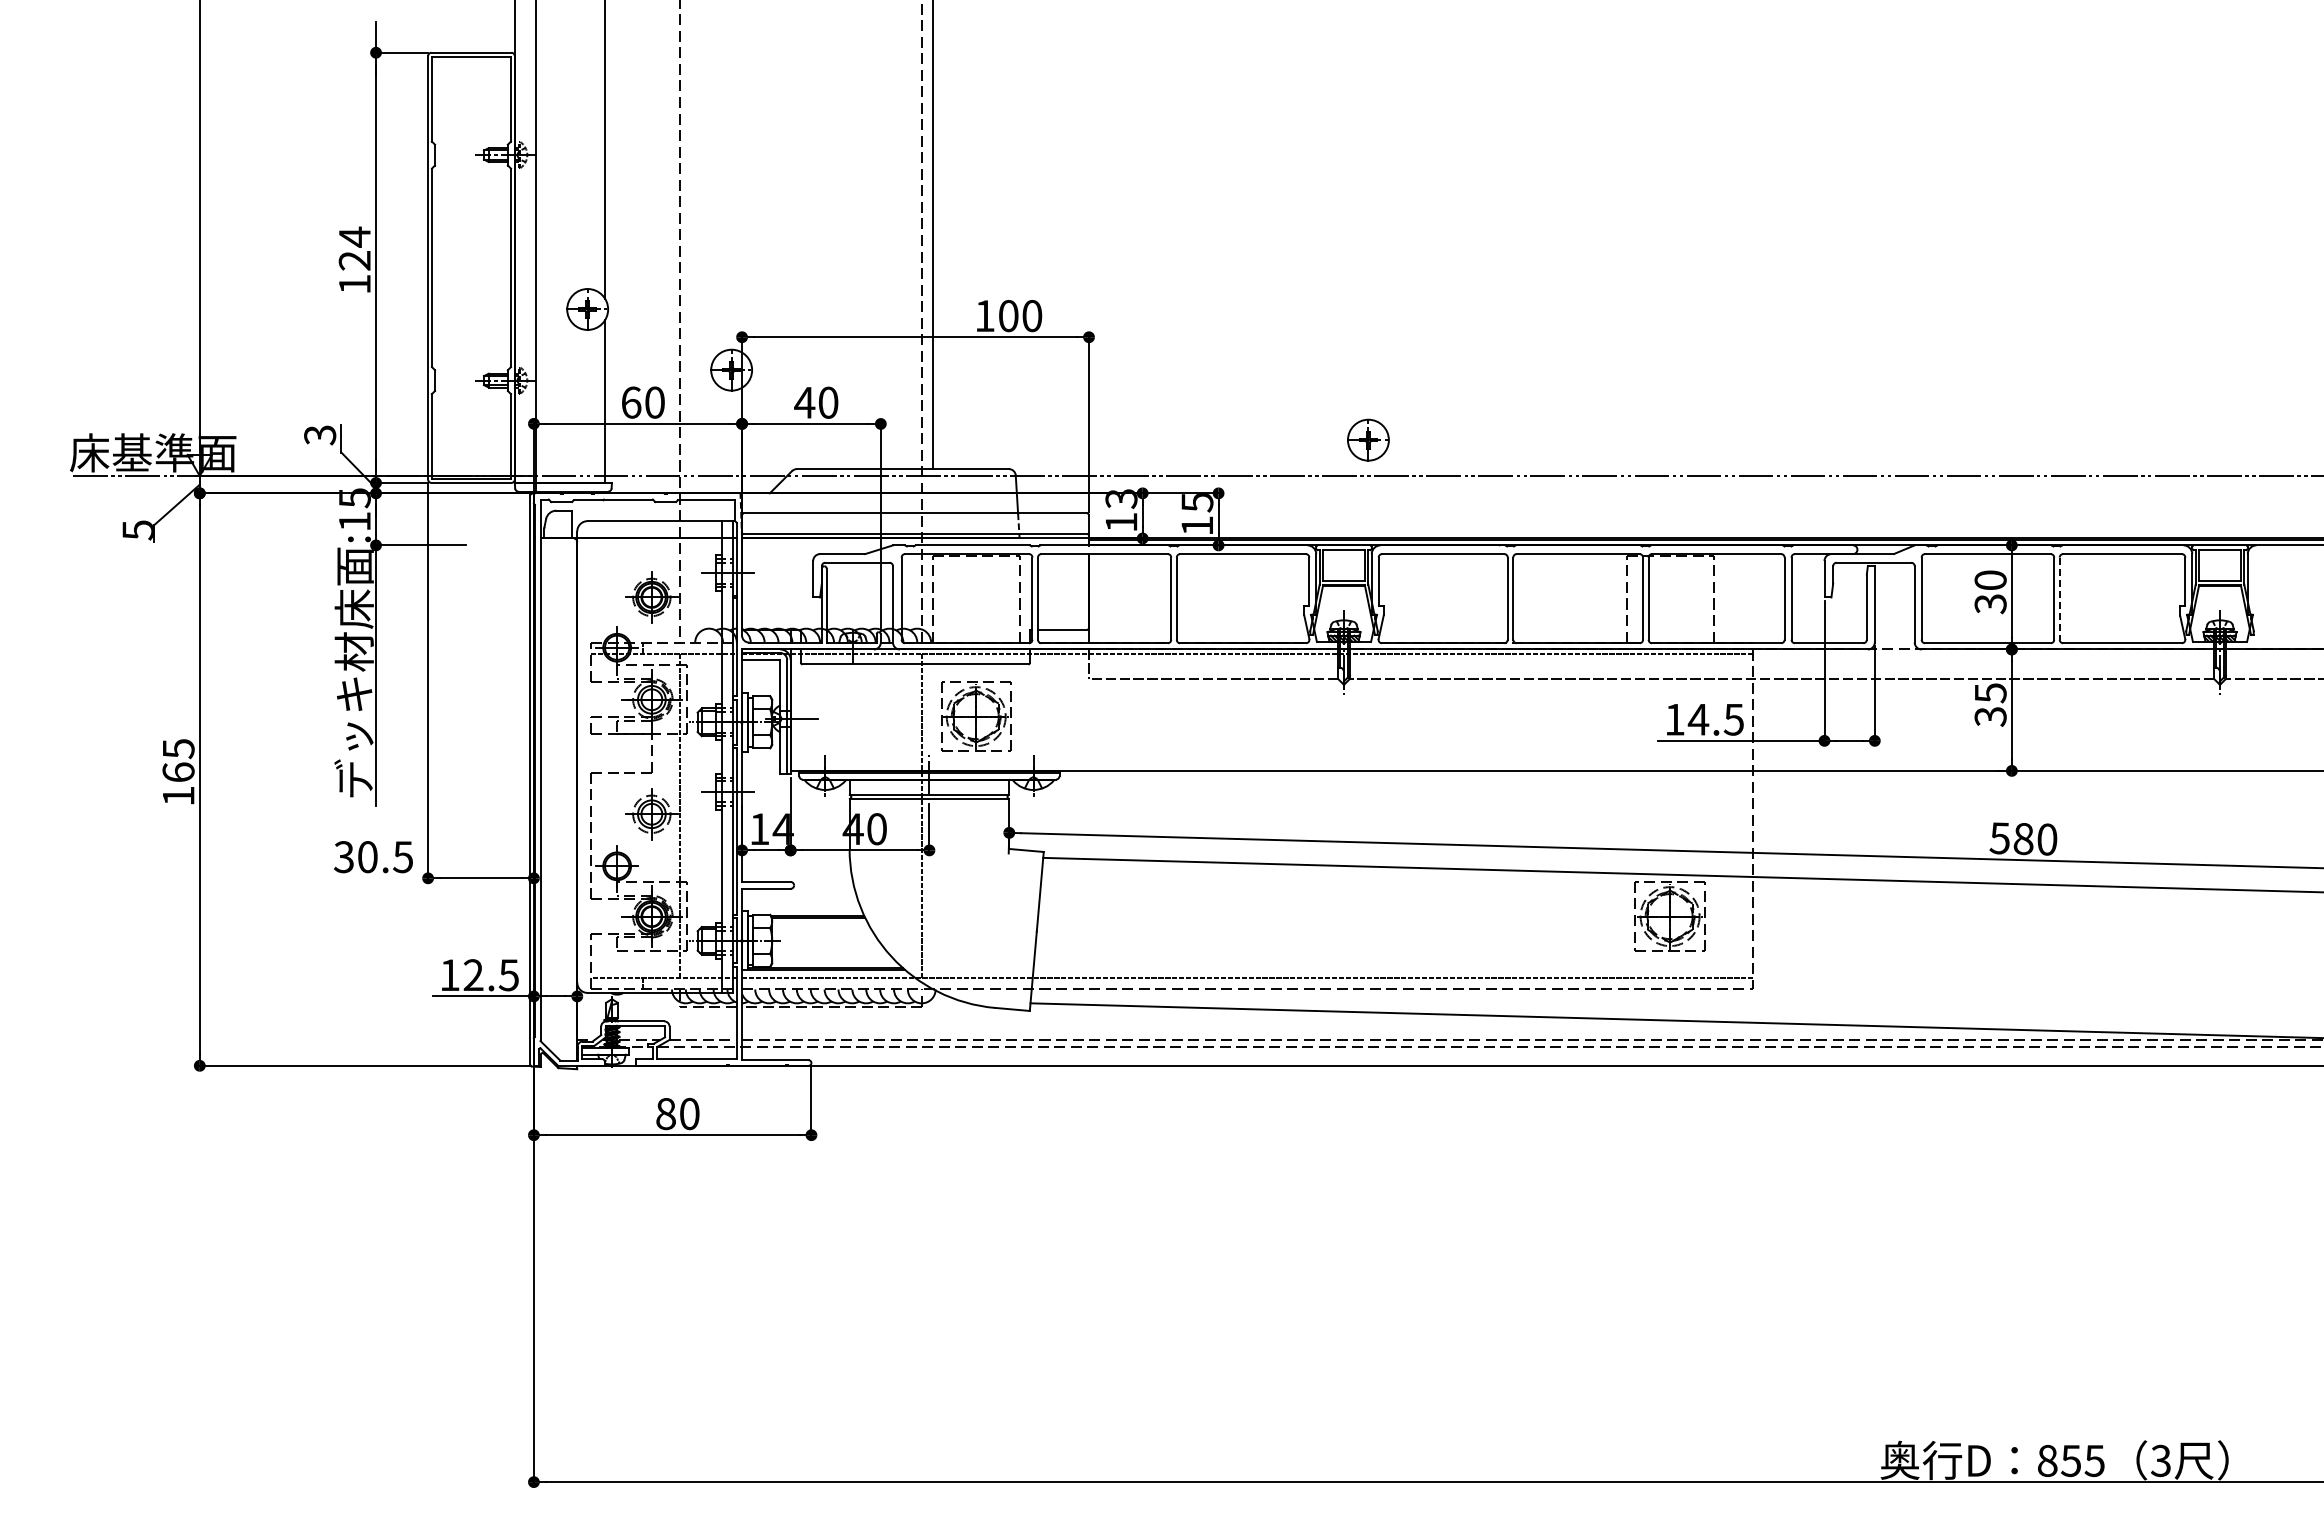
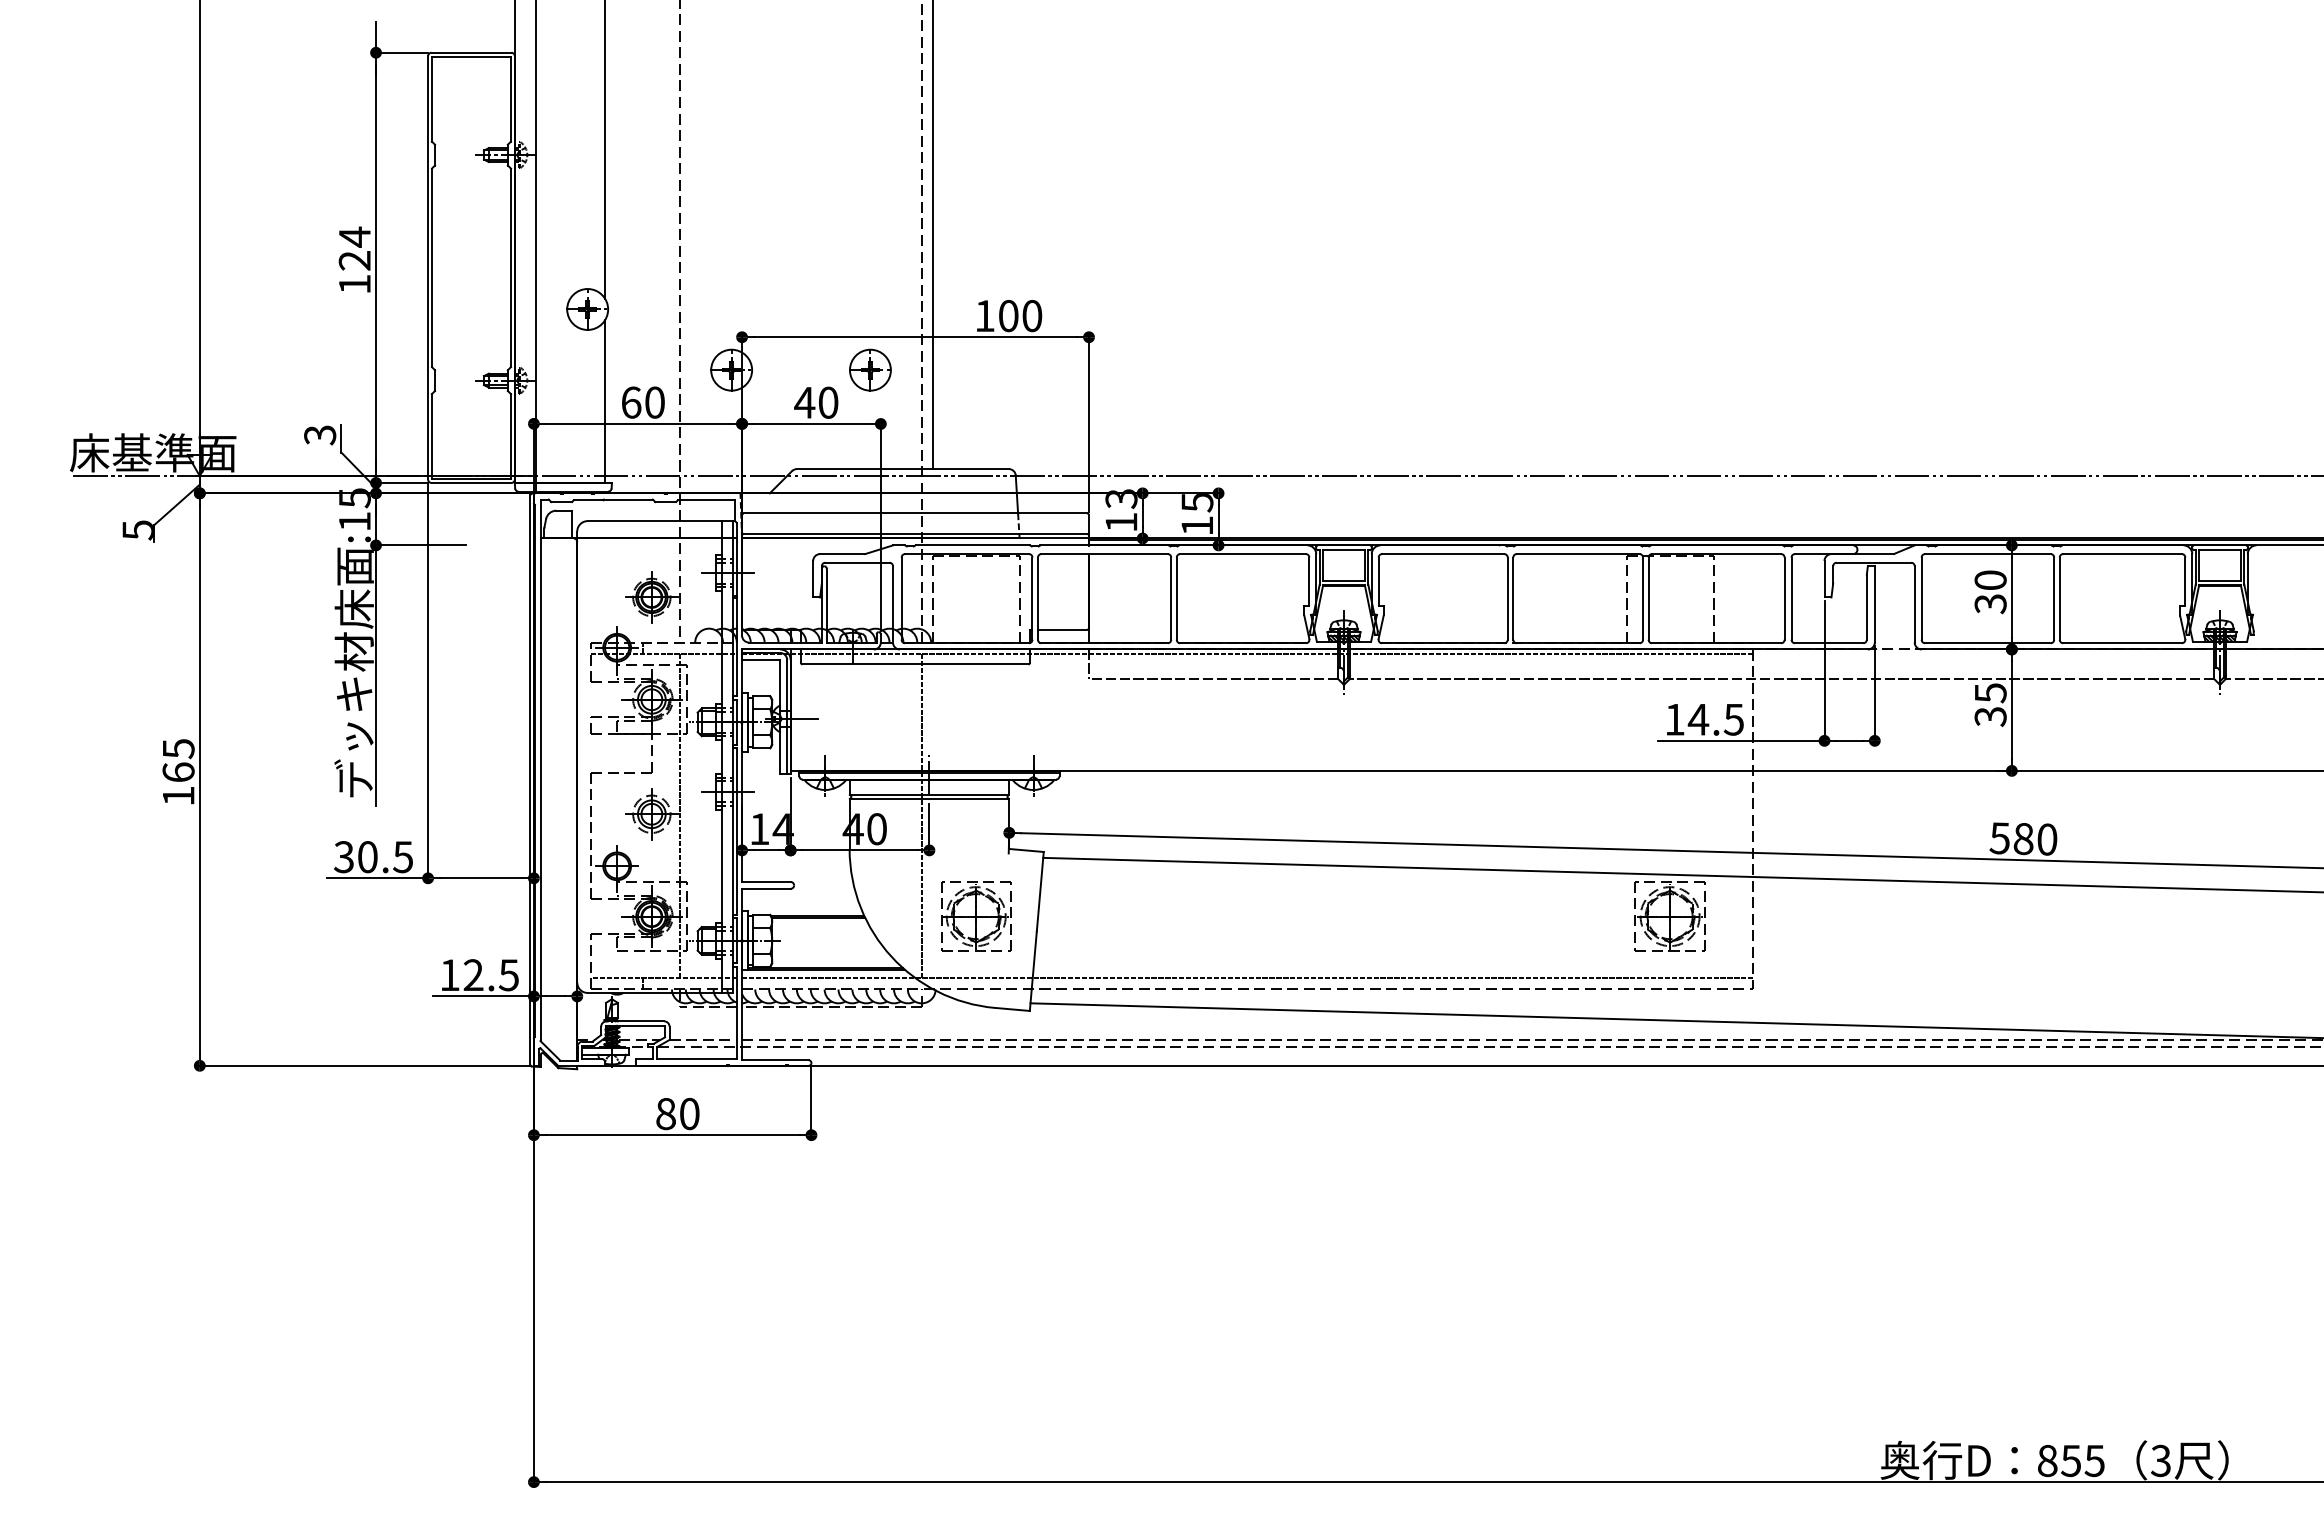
part at (1368, 439) position: (1368, 439) -> (870, 369)
line at (2059, 599): dashed -> solid
part at (976, 716) position: (976, 716) -> (976, 916)
line at (377, 878): none -> present
